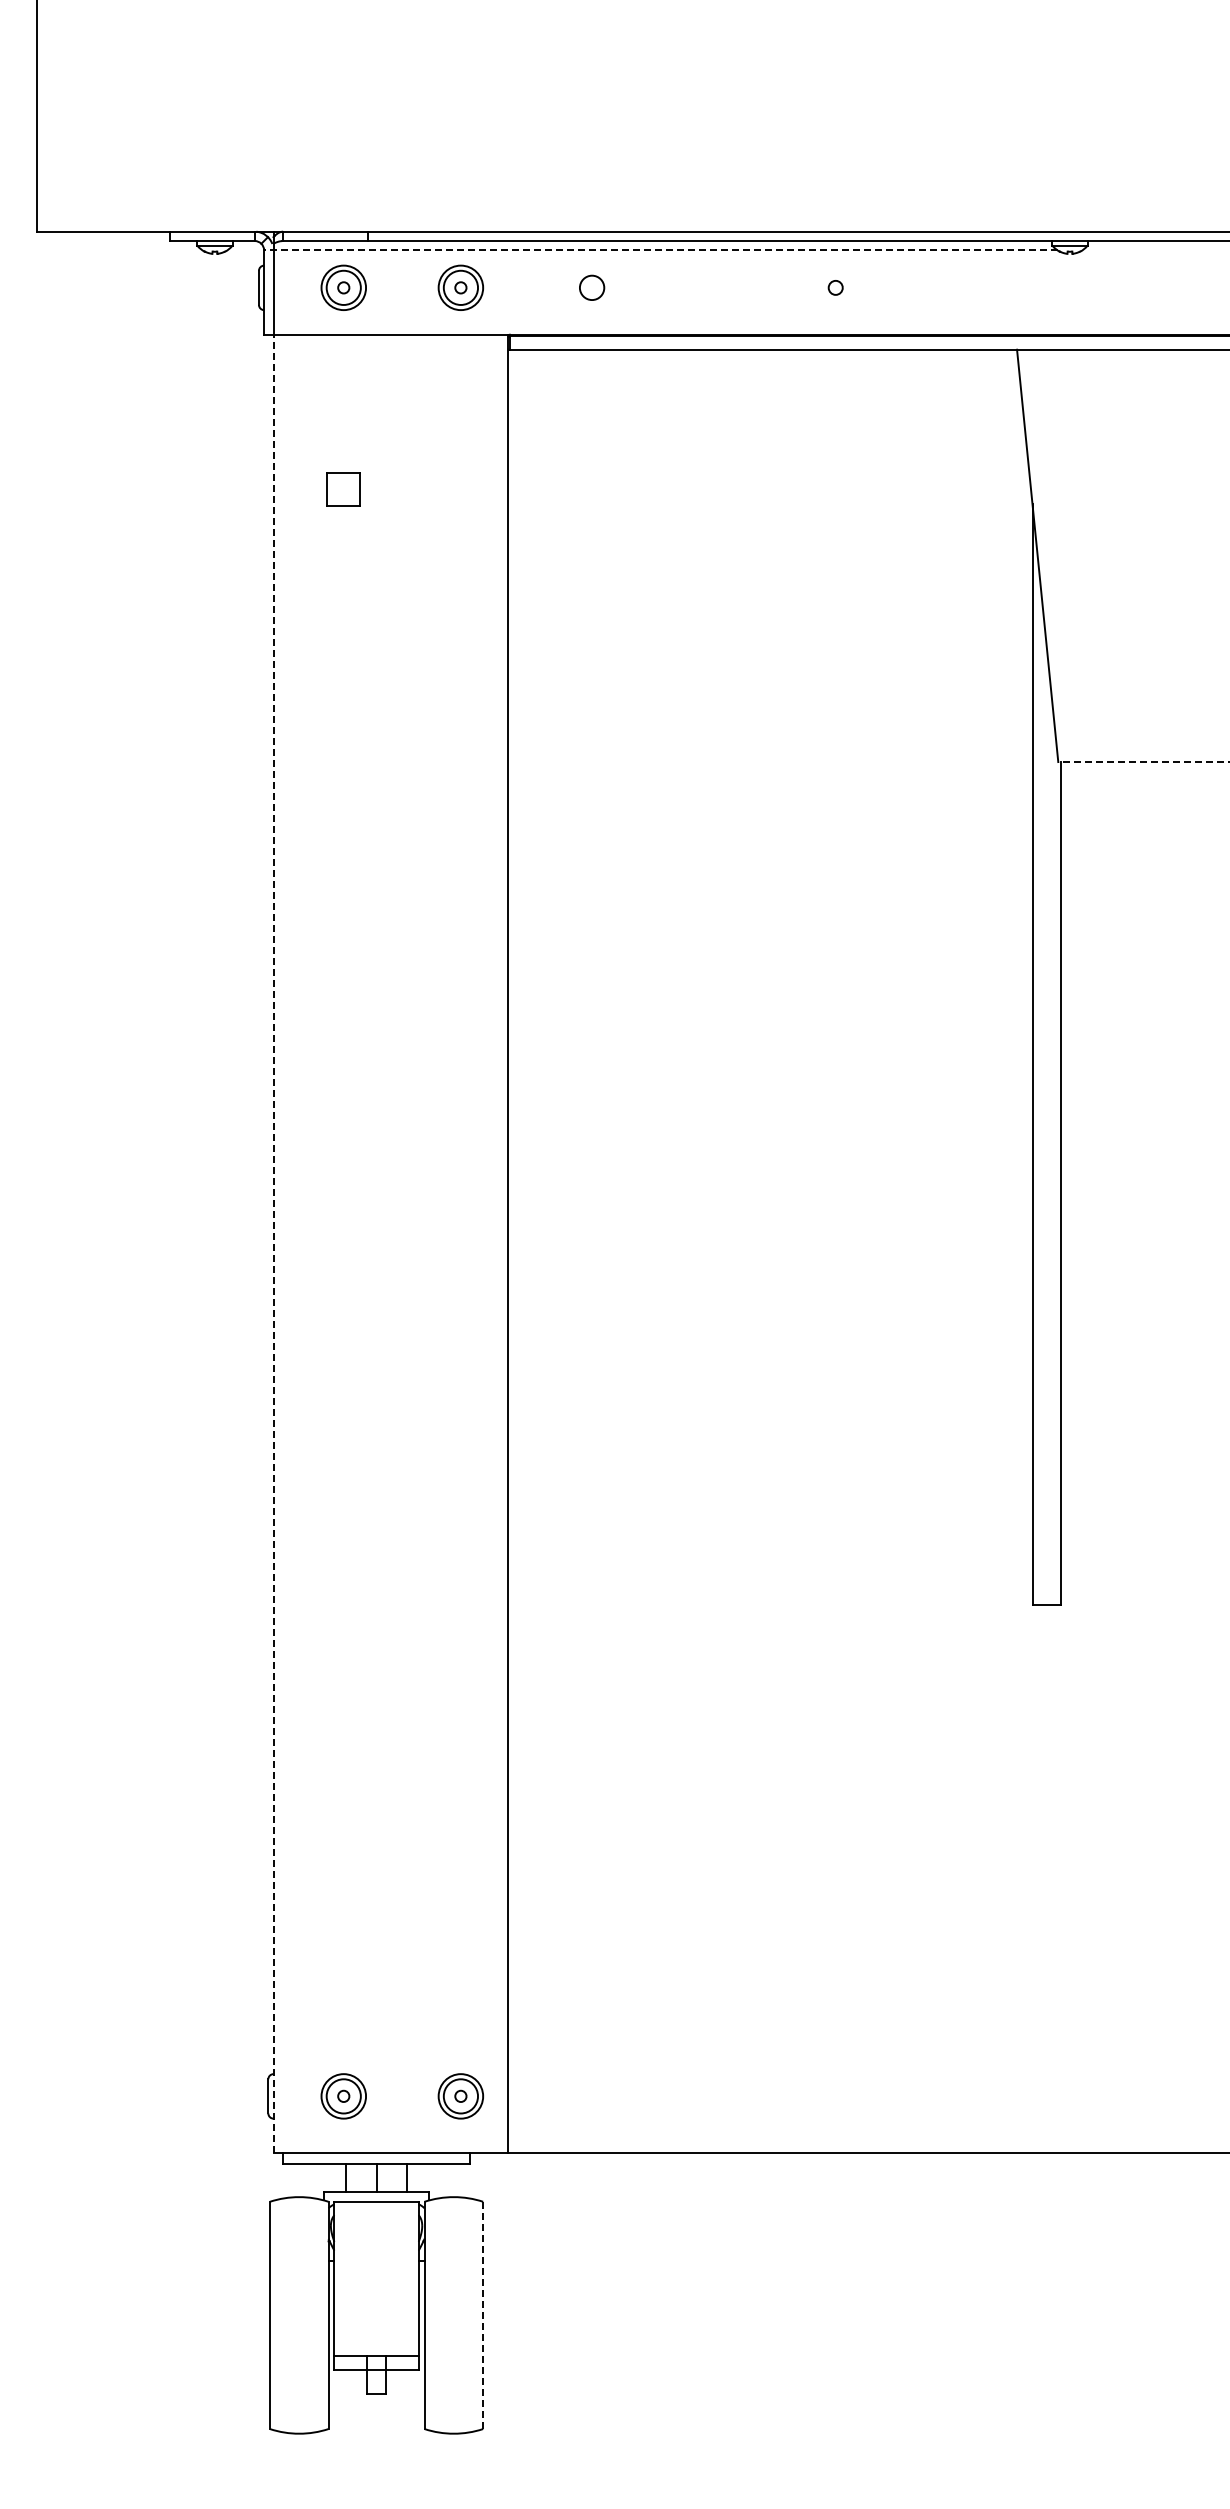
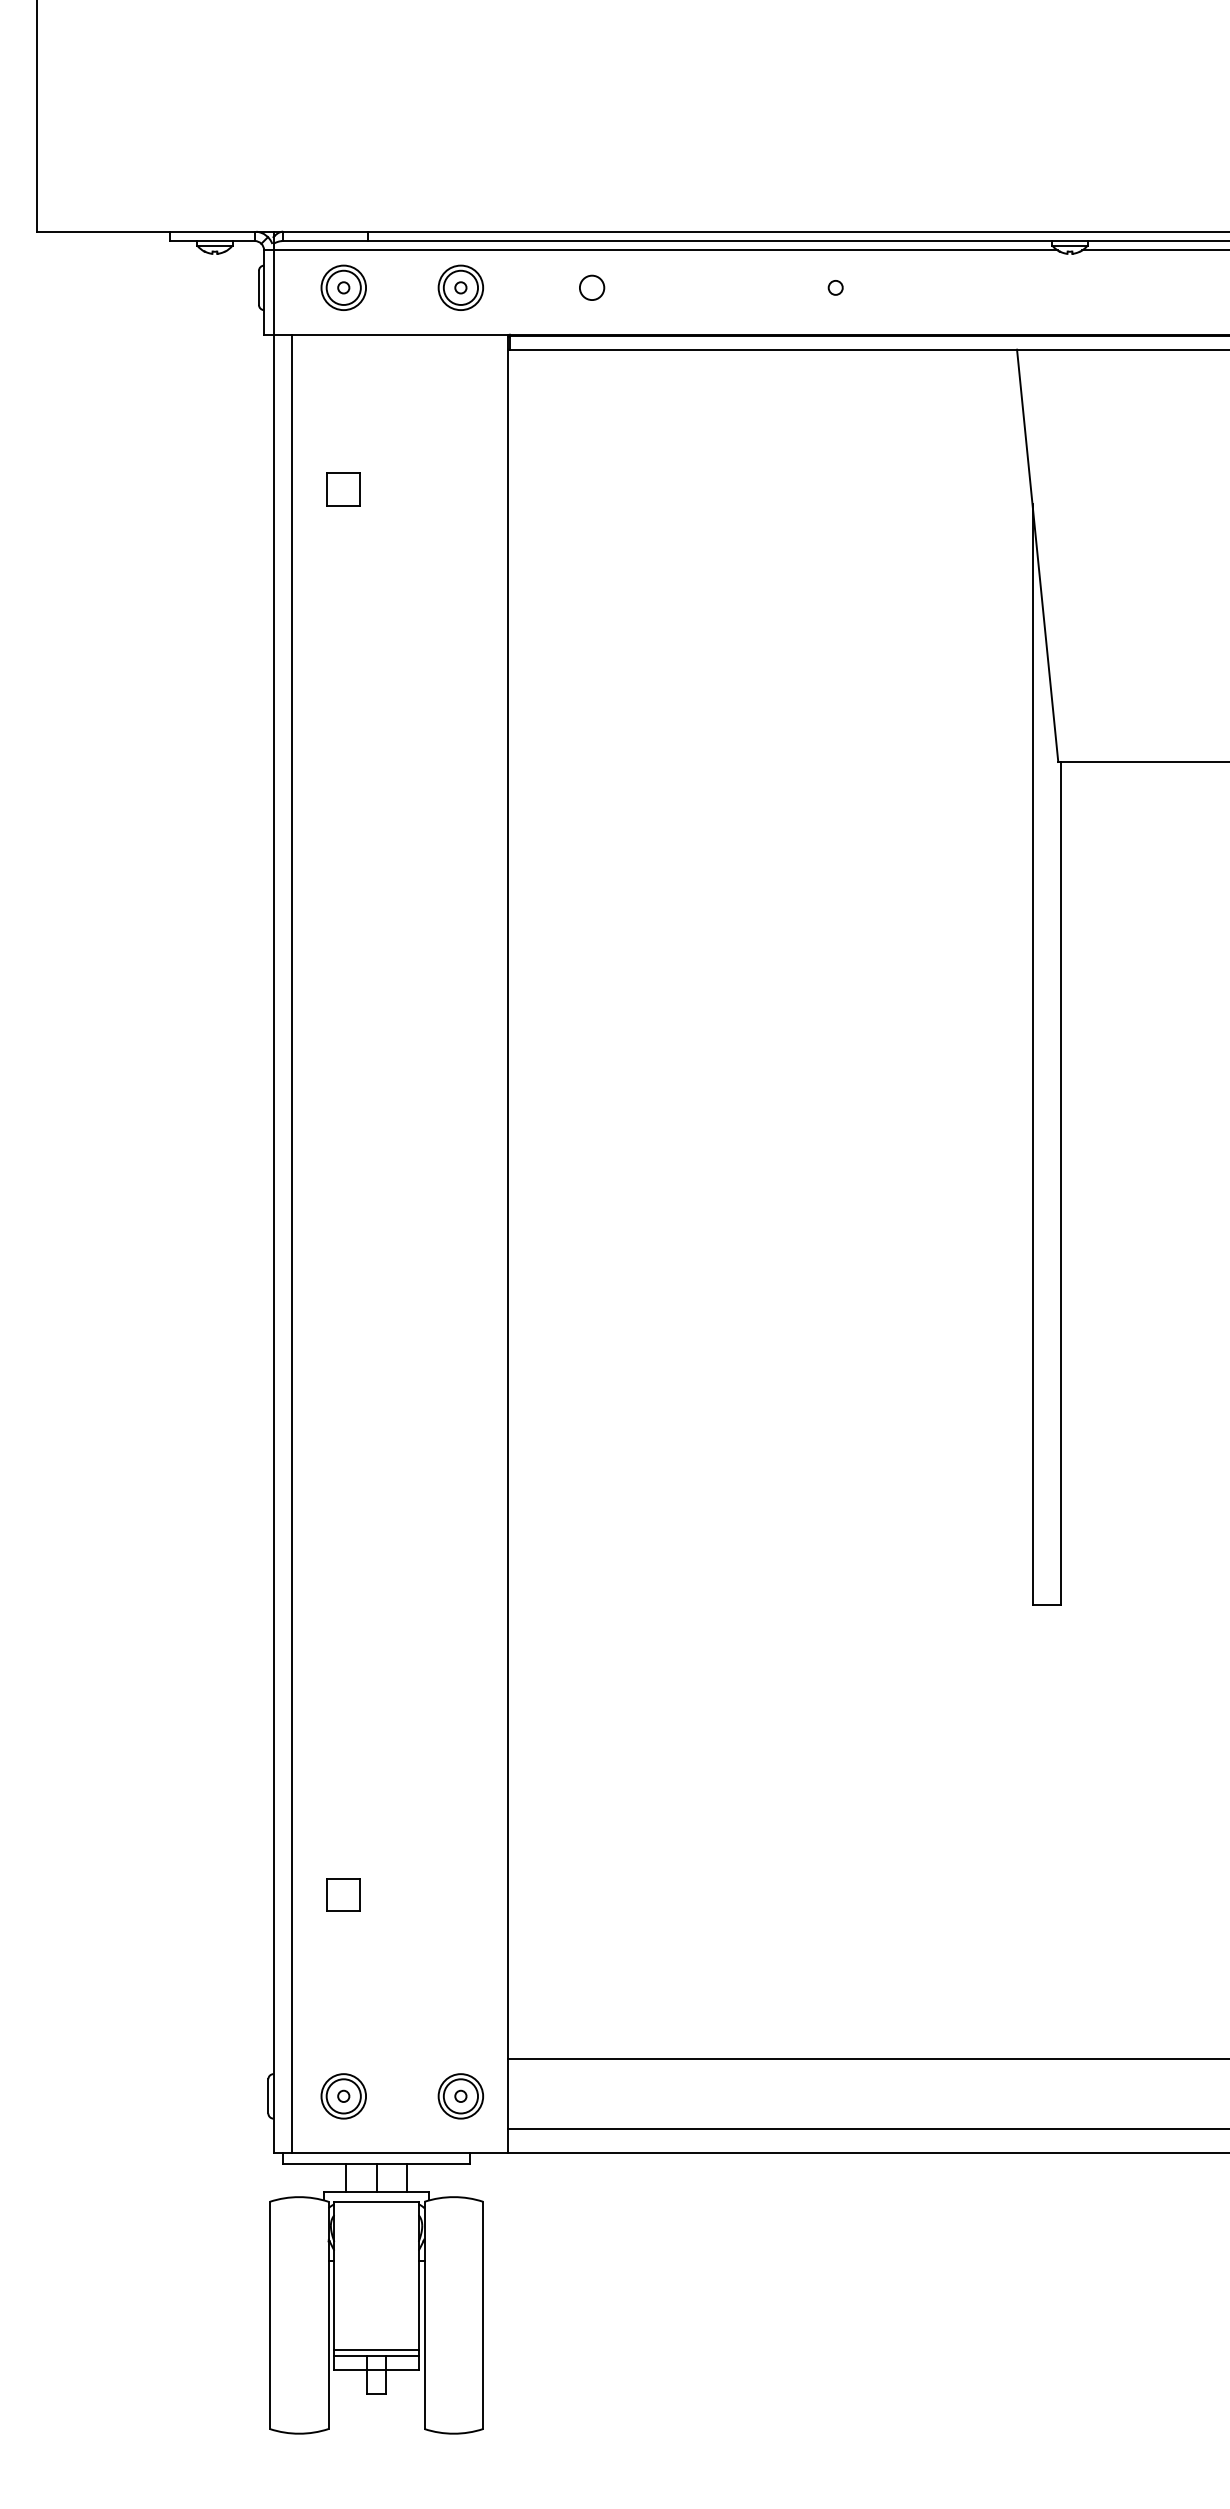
line at (660, 250): dashed -> solid
line at (1154, 250): none -> present
line at (1143, 762): dashed -> solid
line at (273, 1243): dashed -> solid
line at (292, 1243): none -> present
part at (343, 1894): none -> present
line at (866, 2058): none -> present
line at (866, 2129): none -> present
line at (483, 2315): dashed -> solid
line at (376, 2349): none -> present
